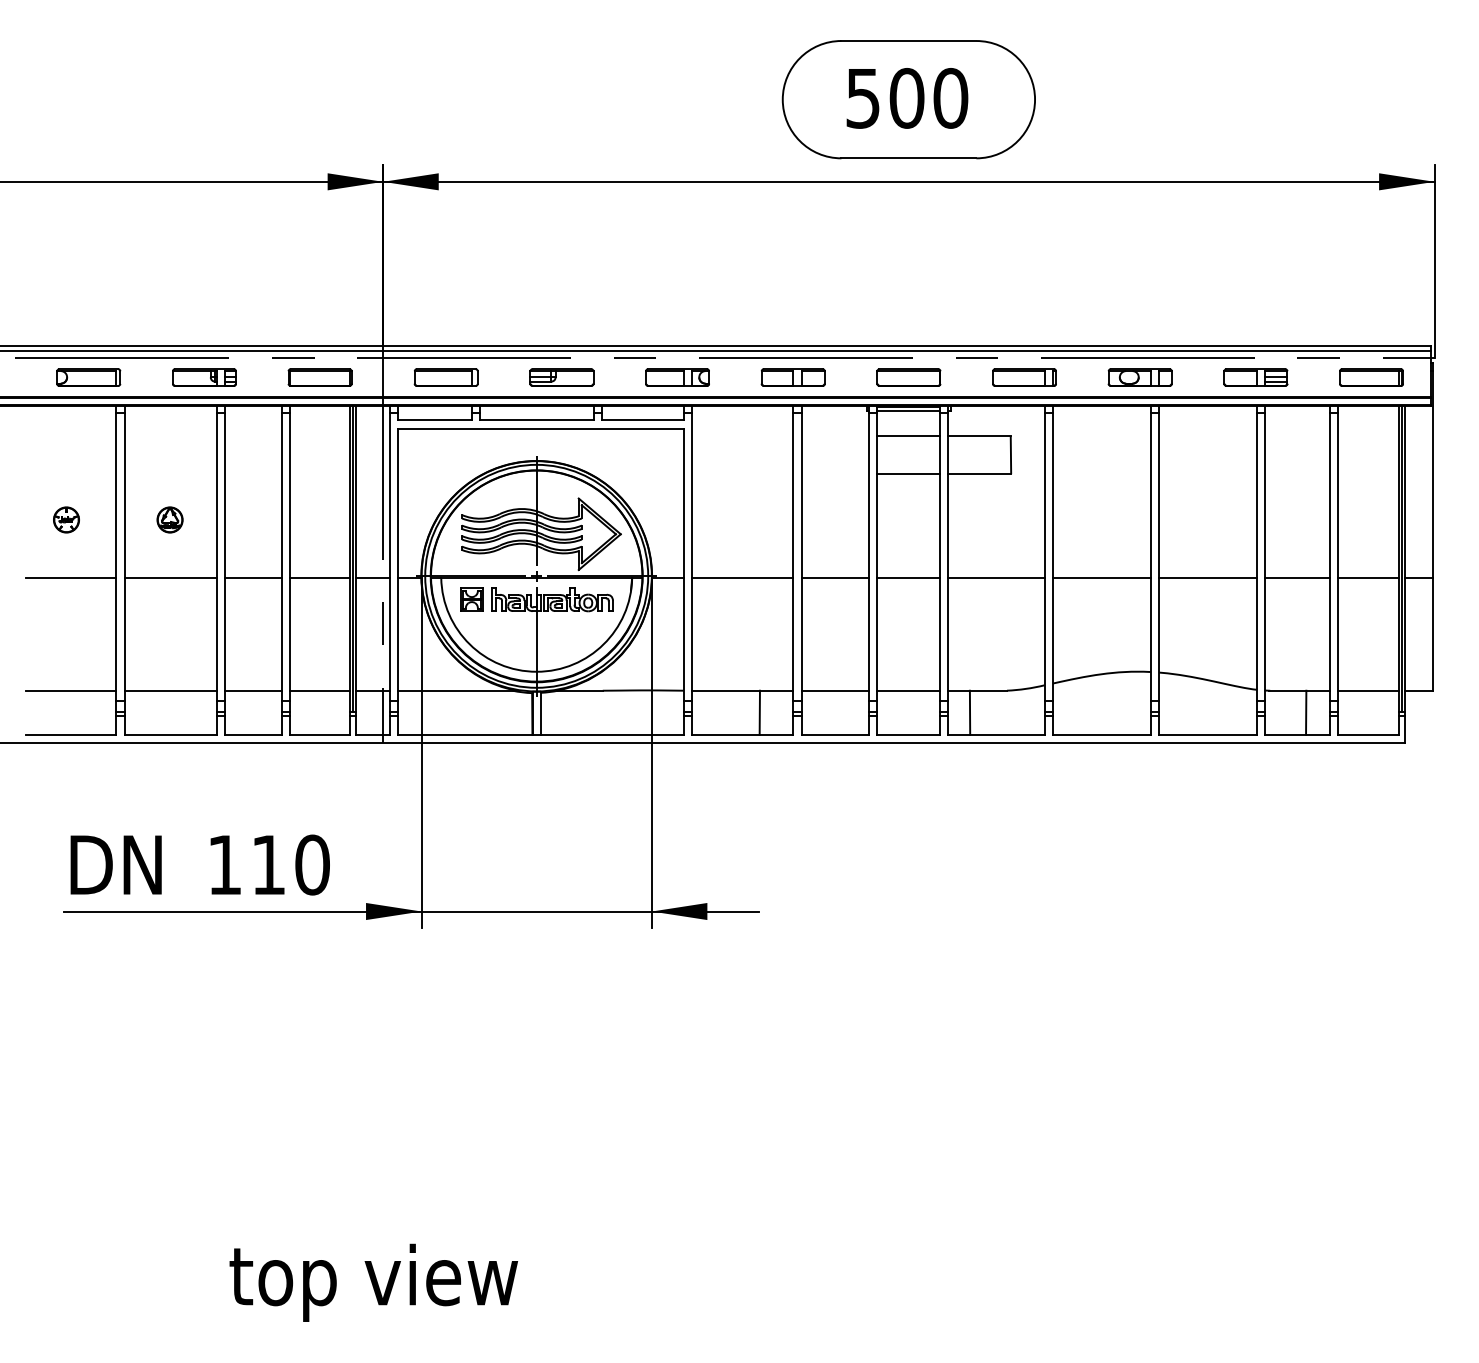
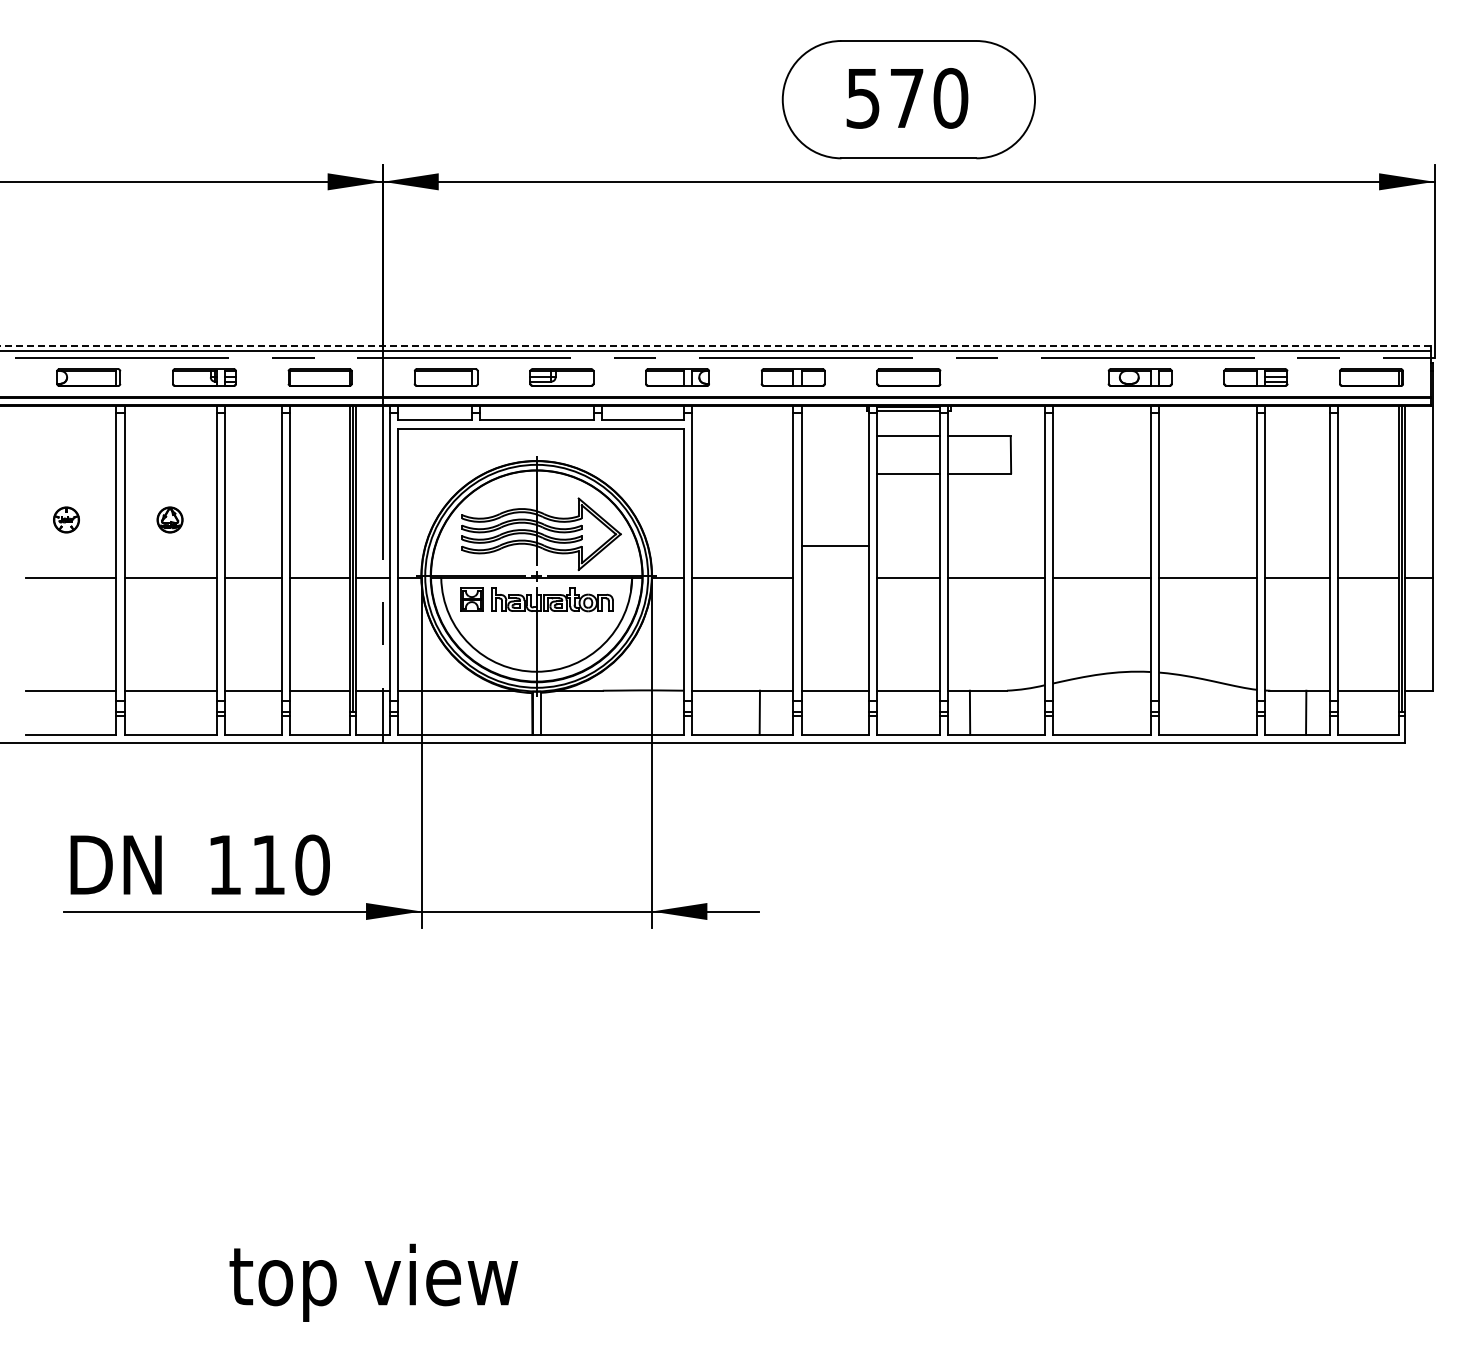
text at (906, 98): 500 -> 570
line at (715, 345): solid -> dashed
part at (1024, 377): present -> none
line at (834, 577) position: (834, 577) -> (834, 545)
